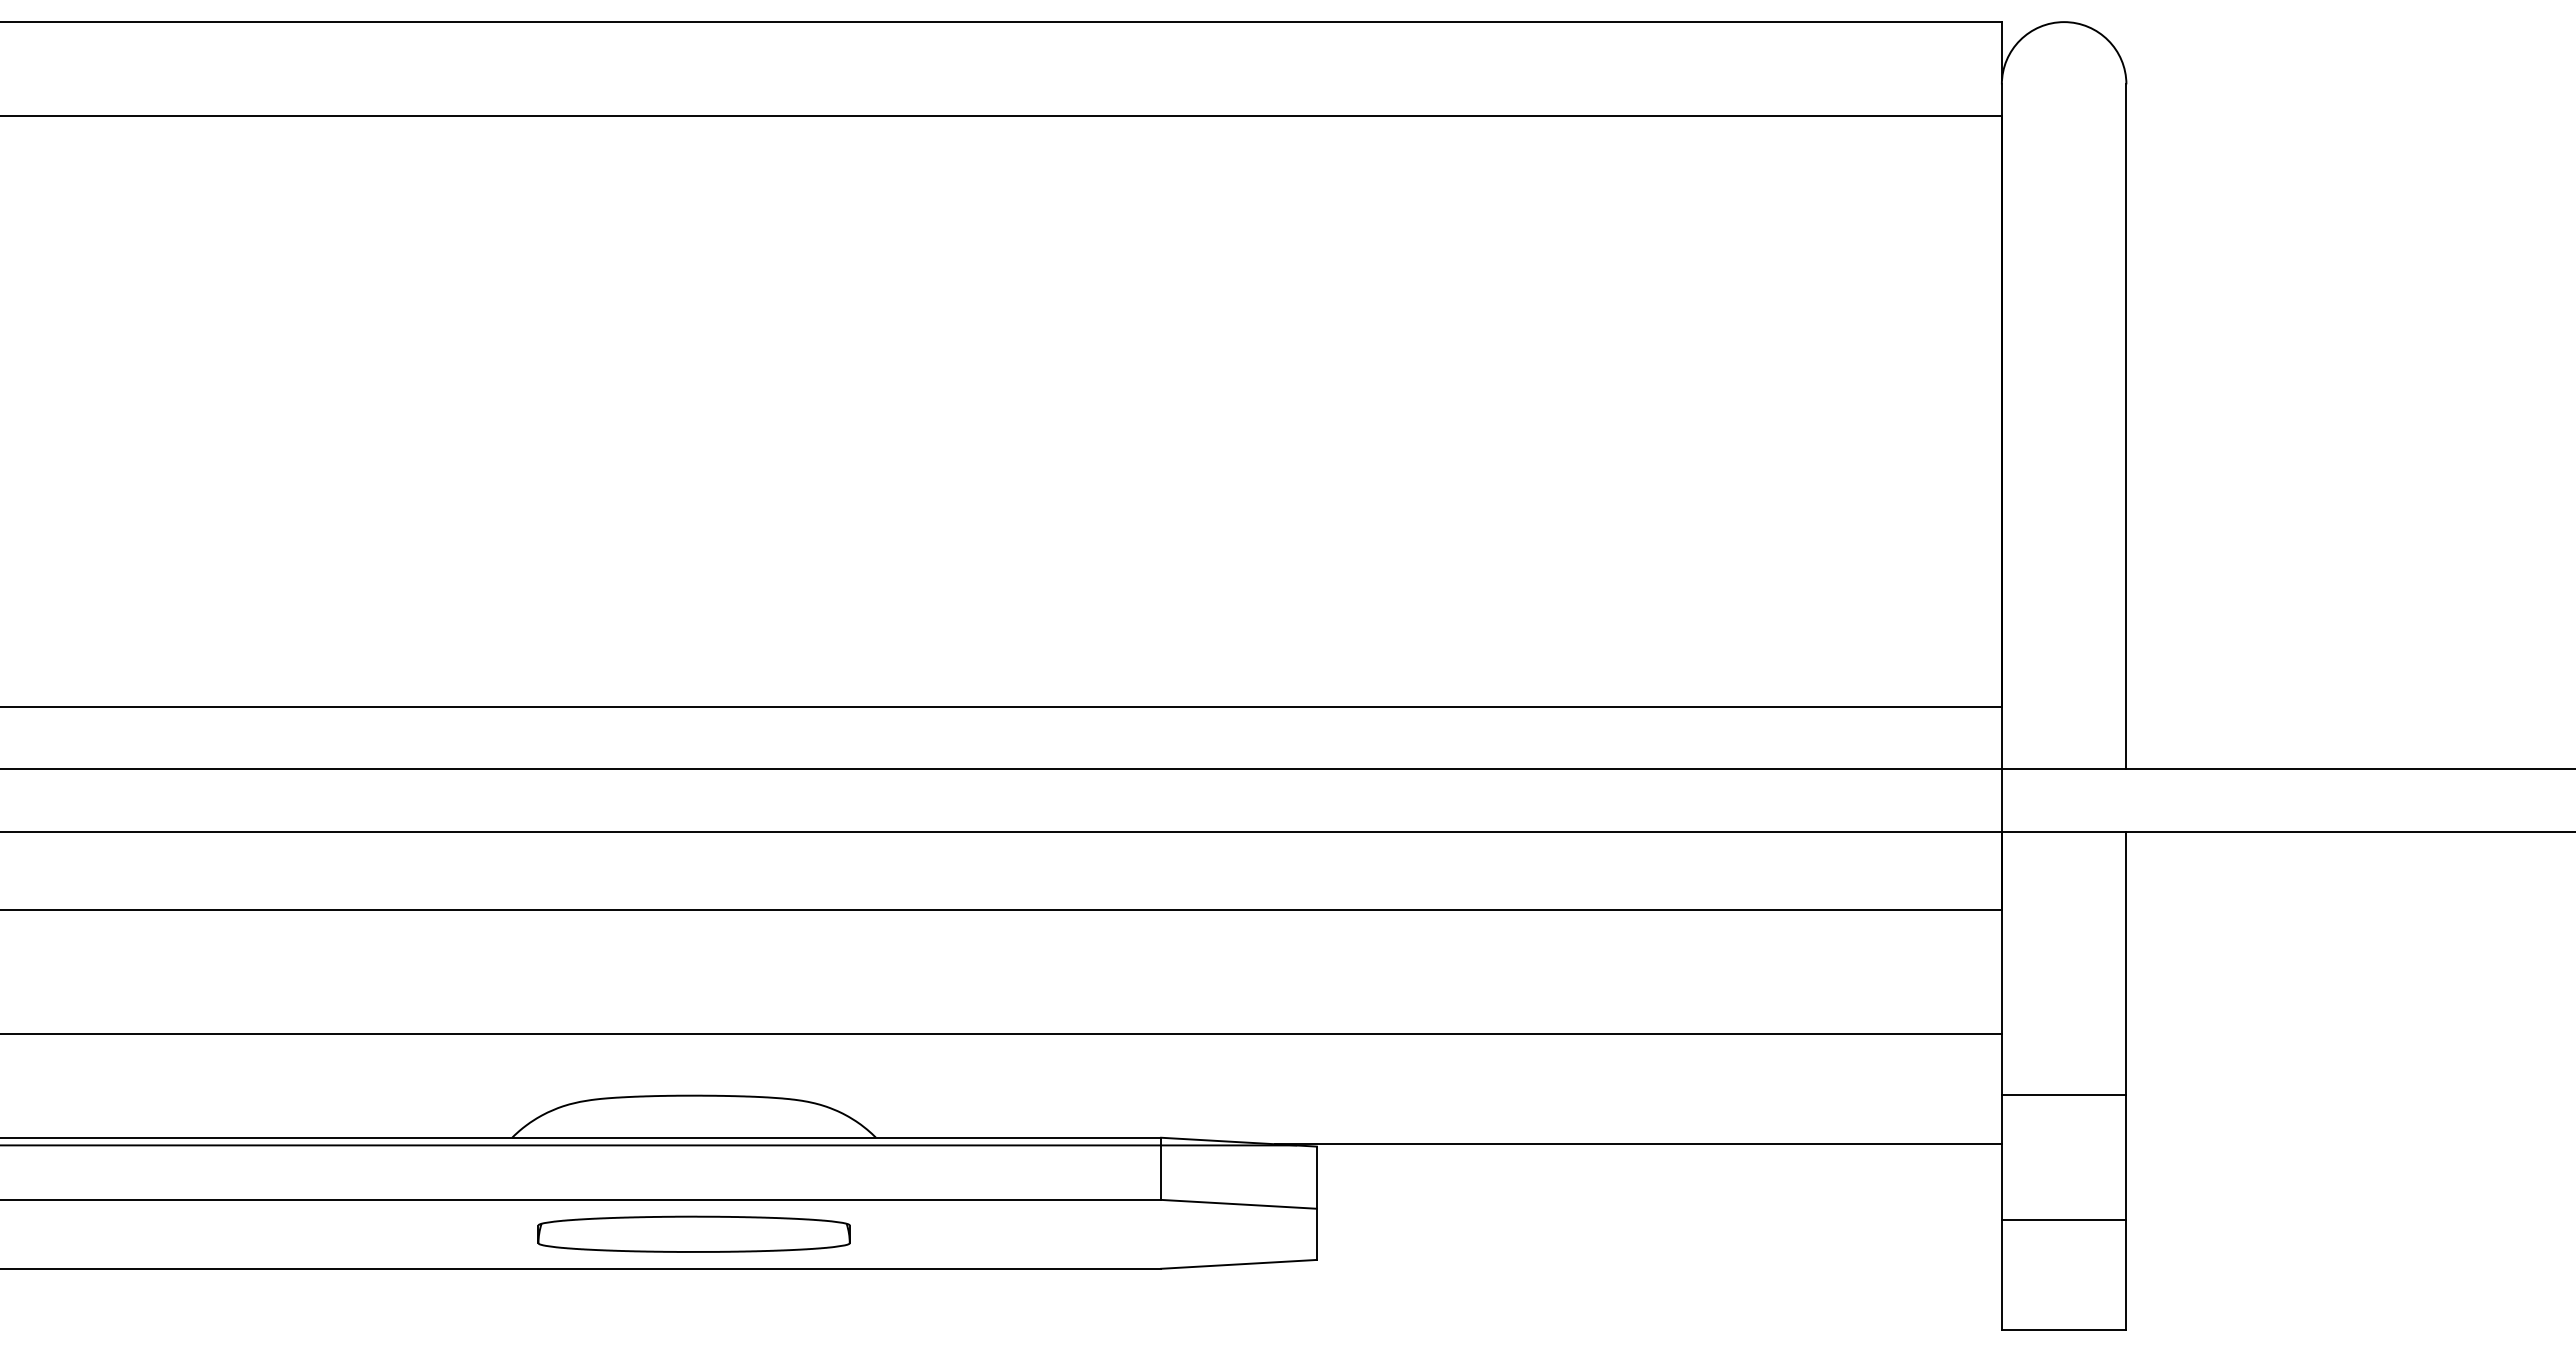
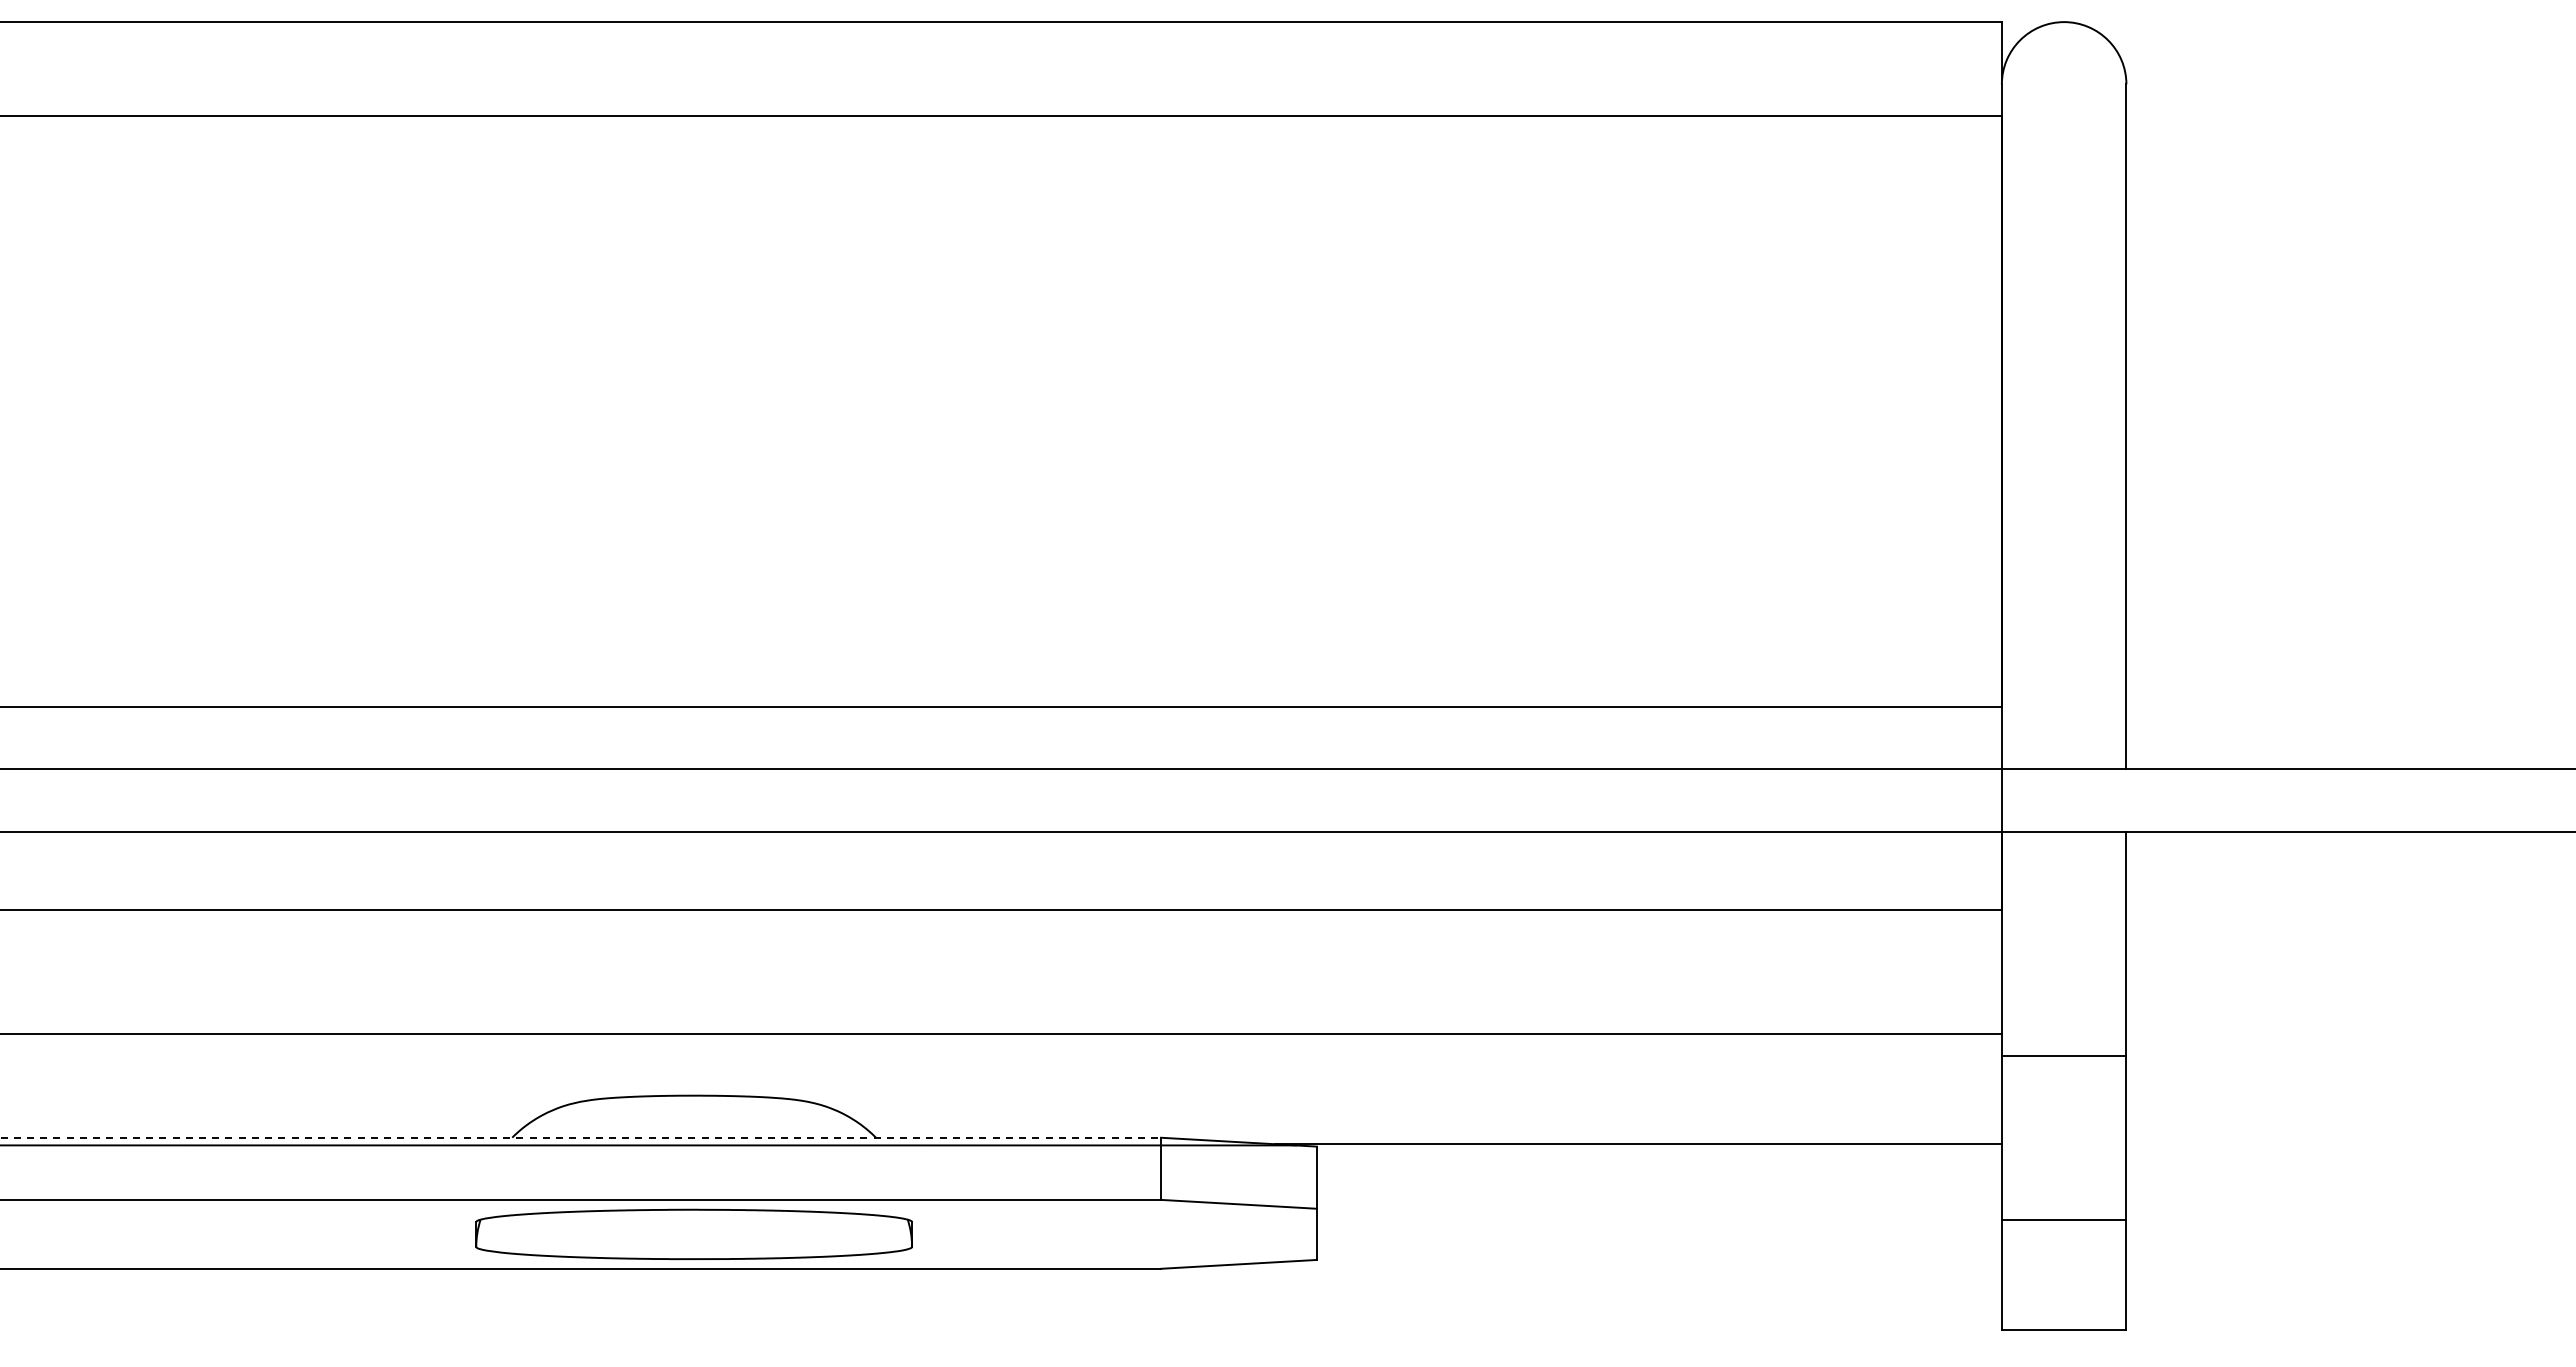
line at (2063, 1095) position: (2063, 1095) -> (2063, 1056)
line at (581, 1137): solid -> dashed
part at (693, 1233) size: 314x38 px -> 438x53 px
